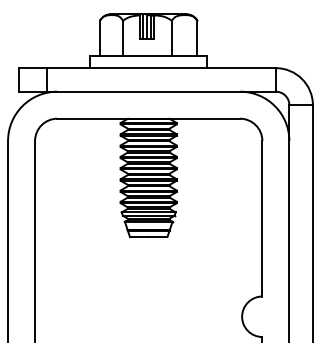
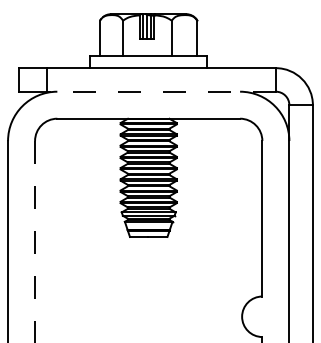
line at (161, 91): solid -> dashed
line at (35, 241): solid -> dashed
